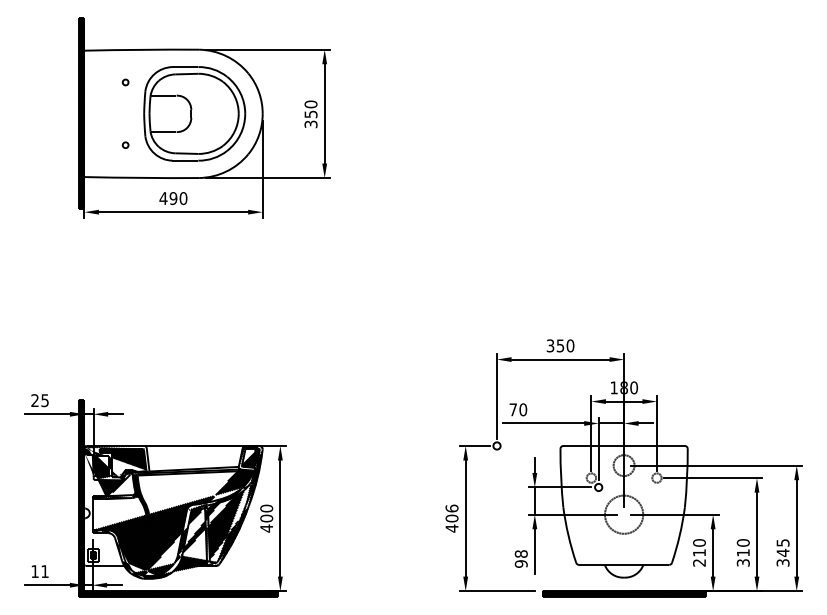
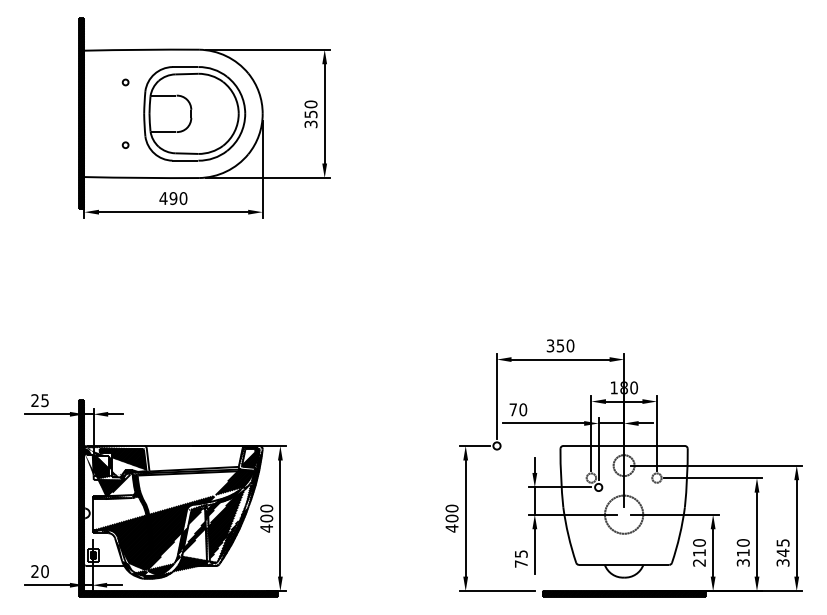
text at (451, 508): 406 -> 400
text at (520, 558): 98 -> 75
text at (39, 571): 11 -> 20
